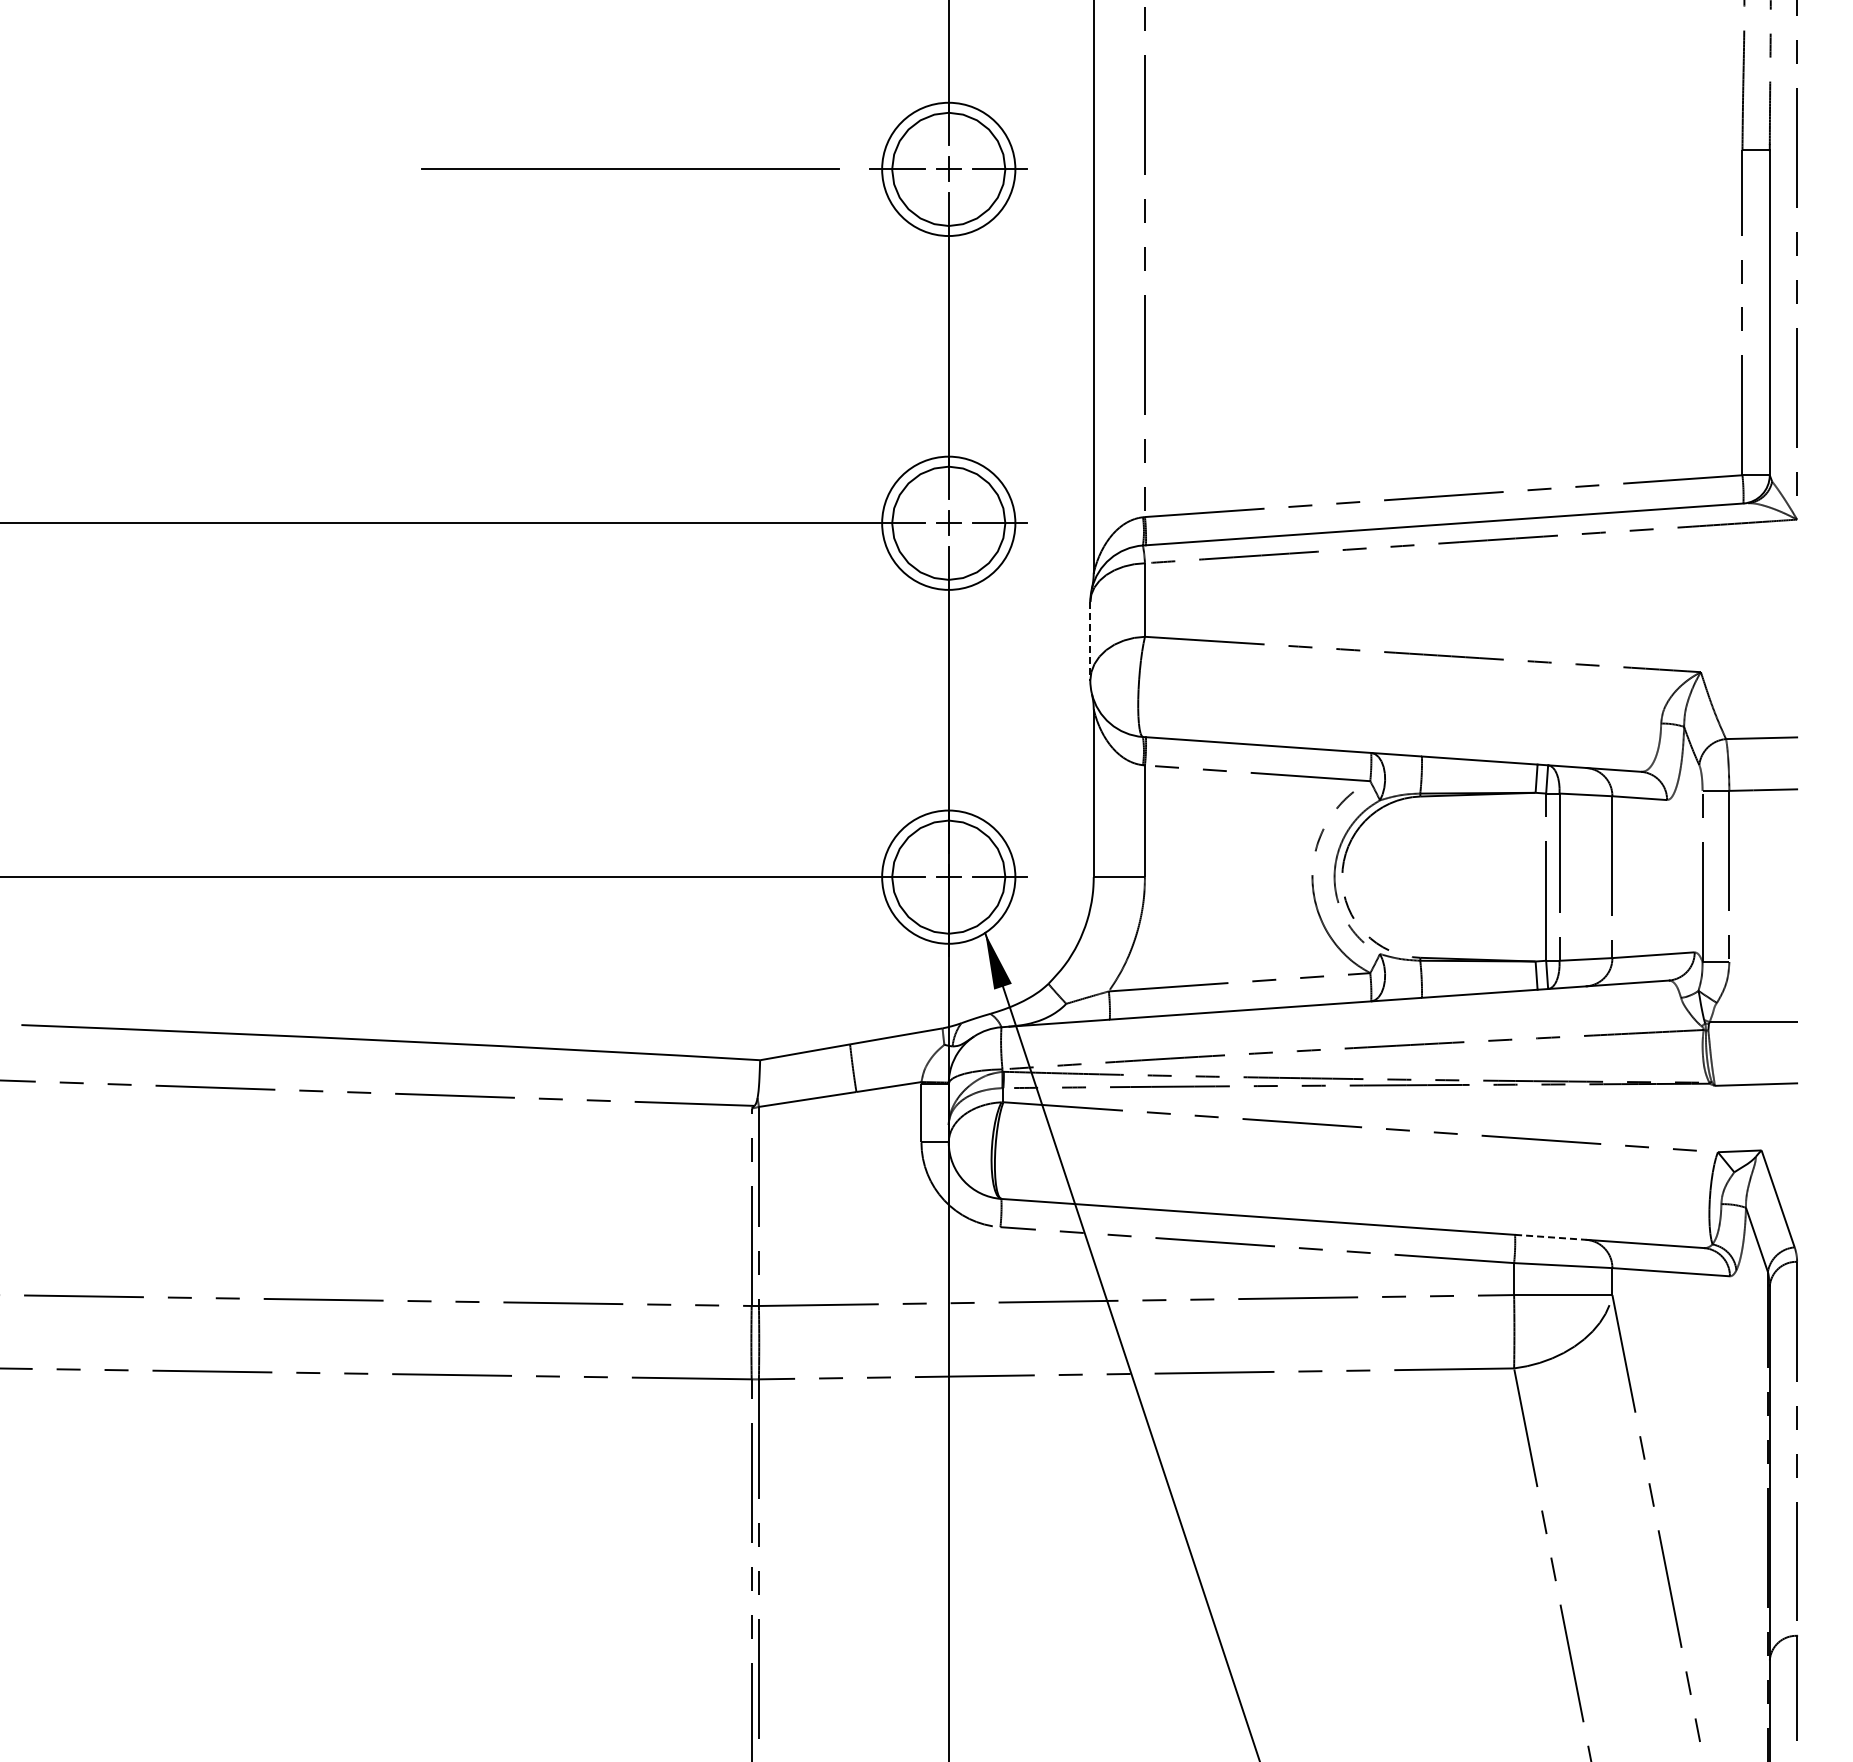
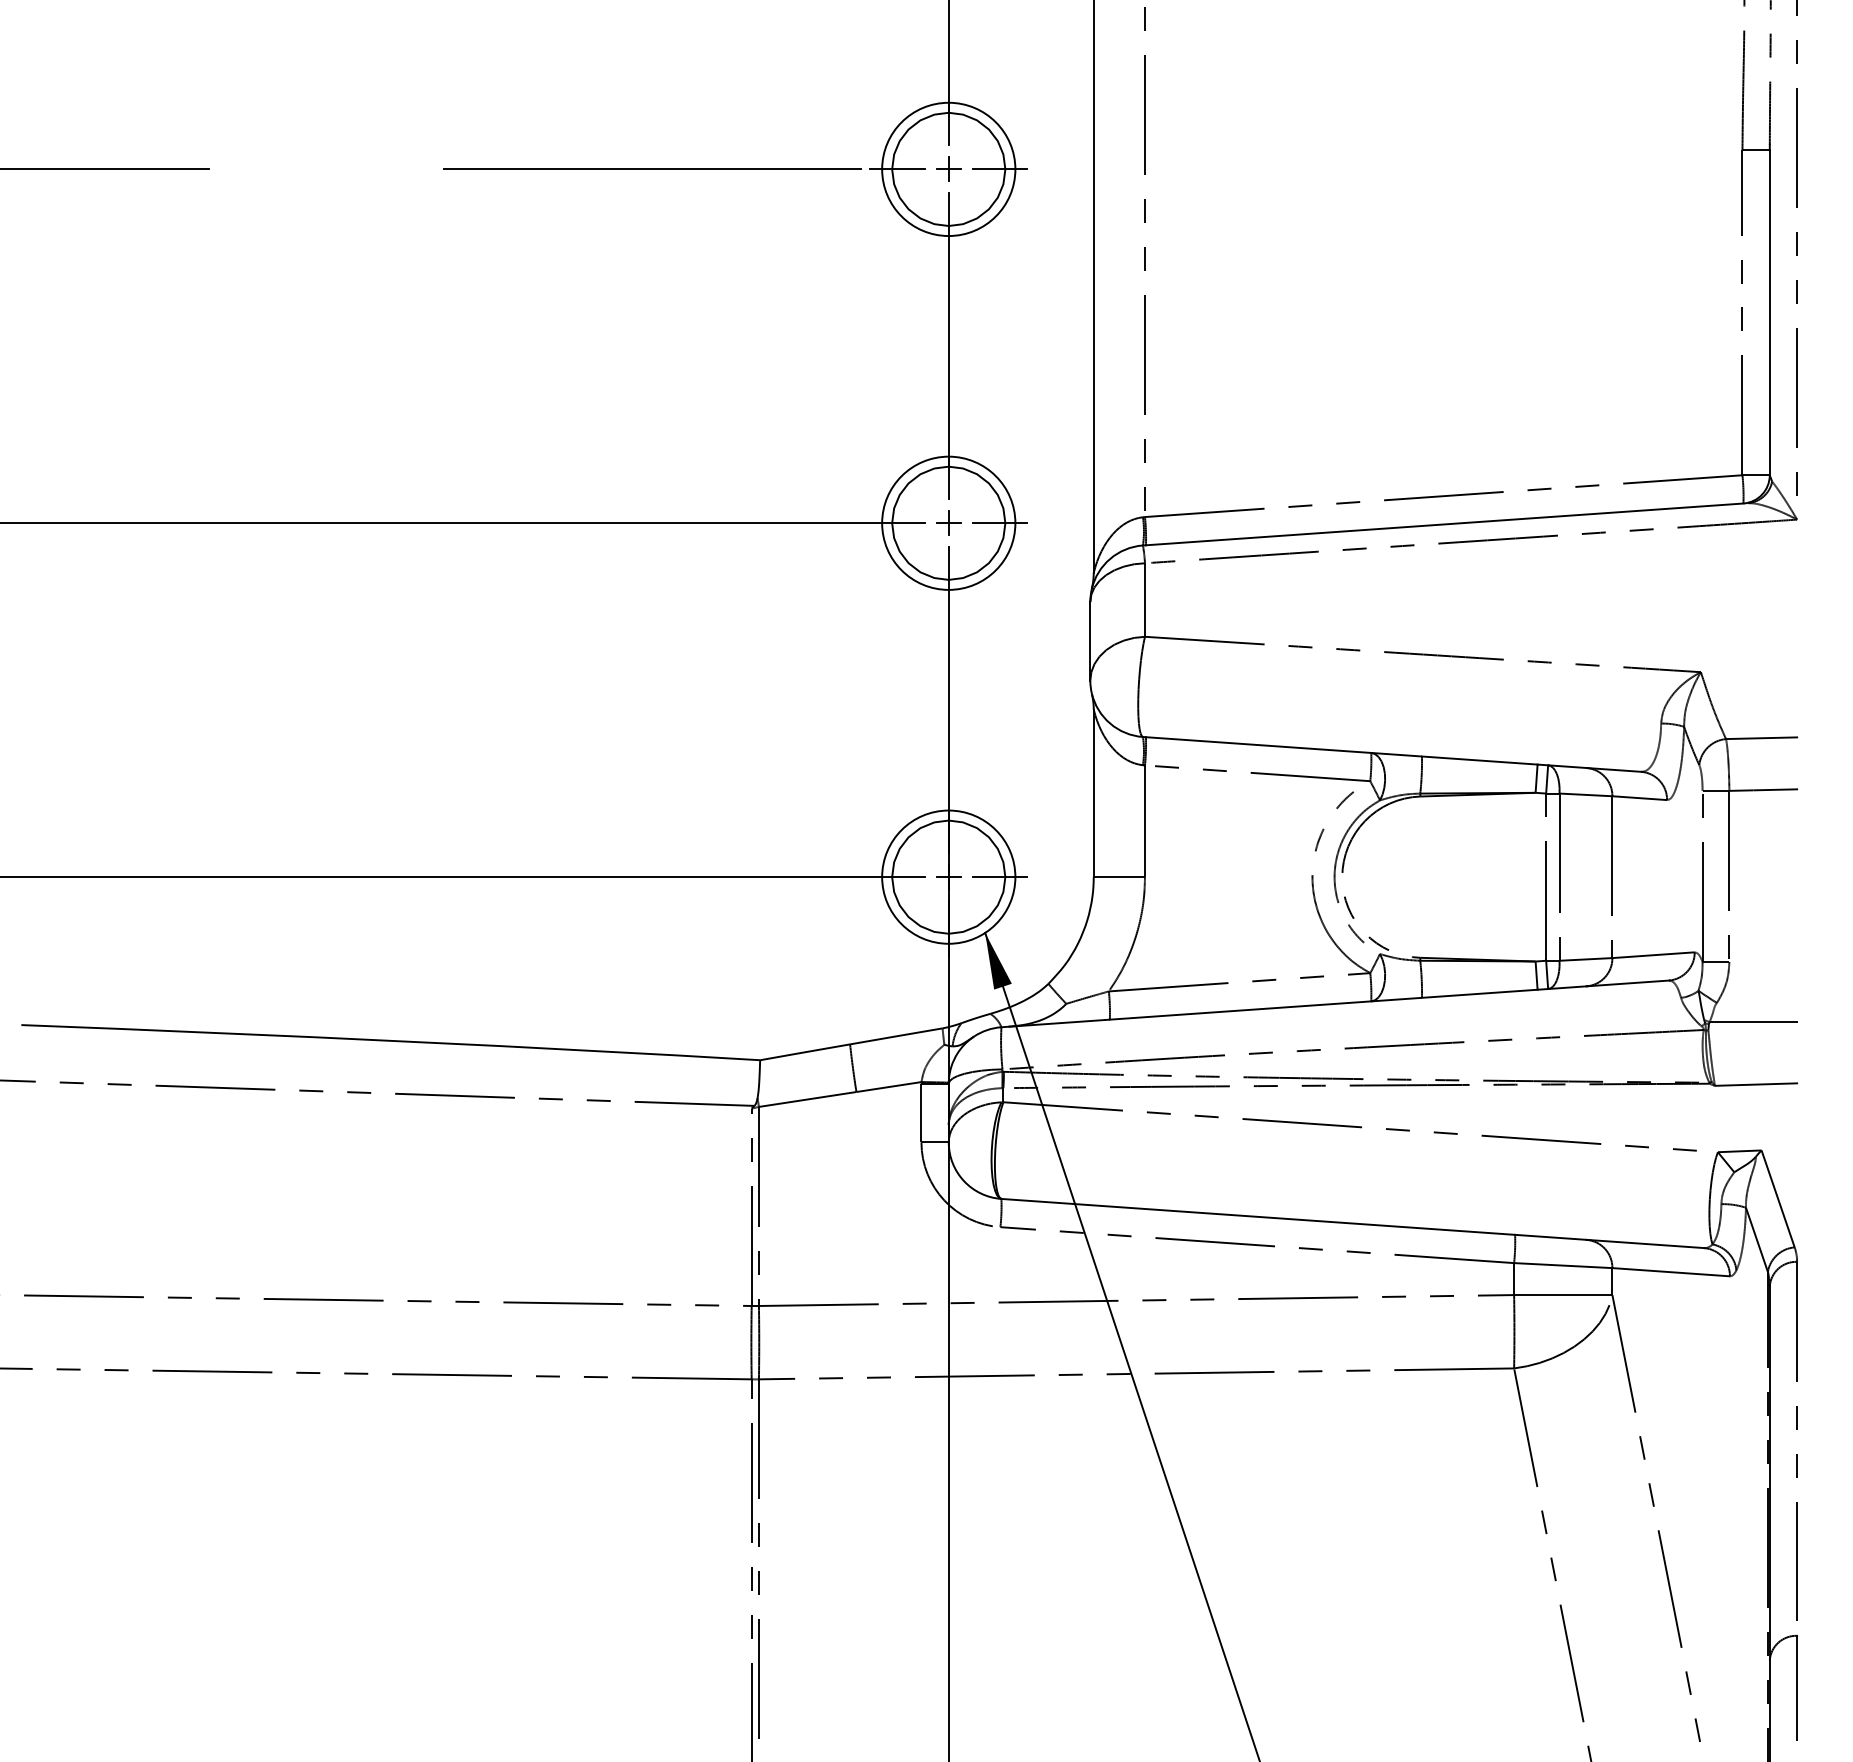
line at (630, 168) position: (630, 168) -> (652, 168)
line at (105, 169): none -> present
line at (1090, 641): dashed -> solid
line at (1550, 1237): dashed -> solid
